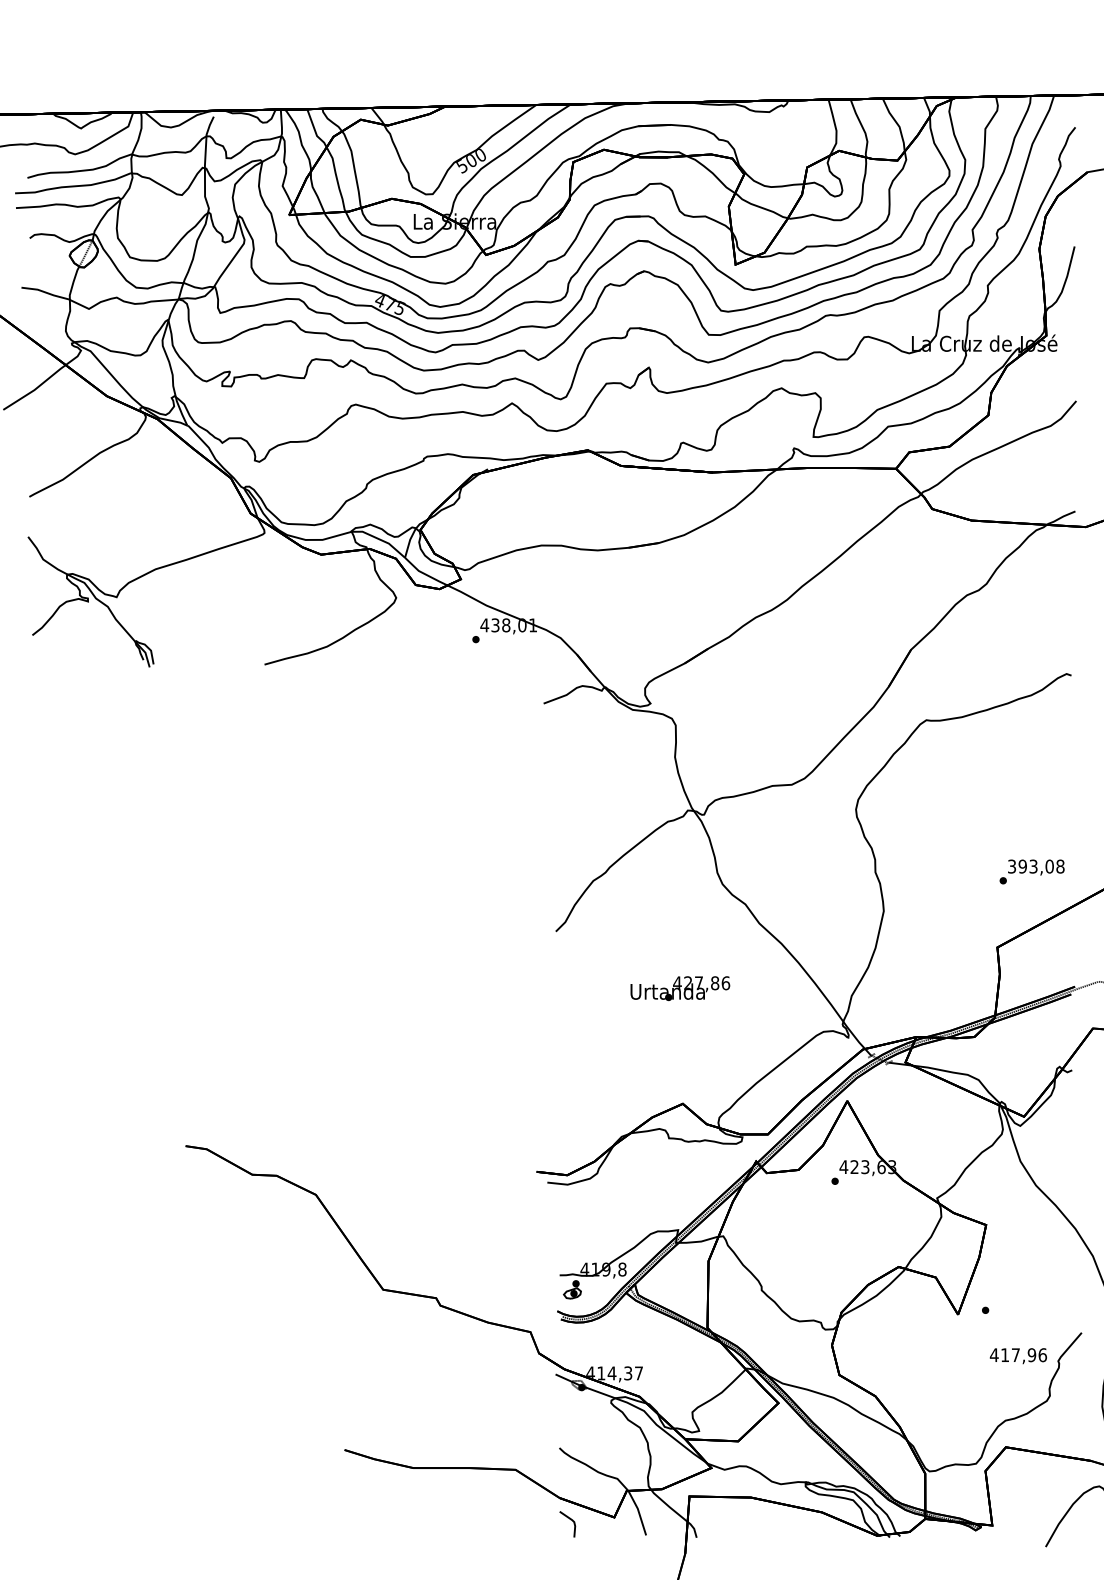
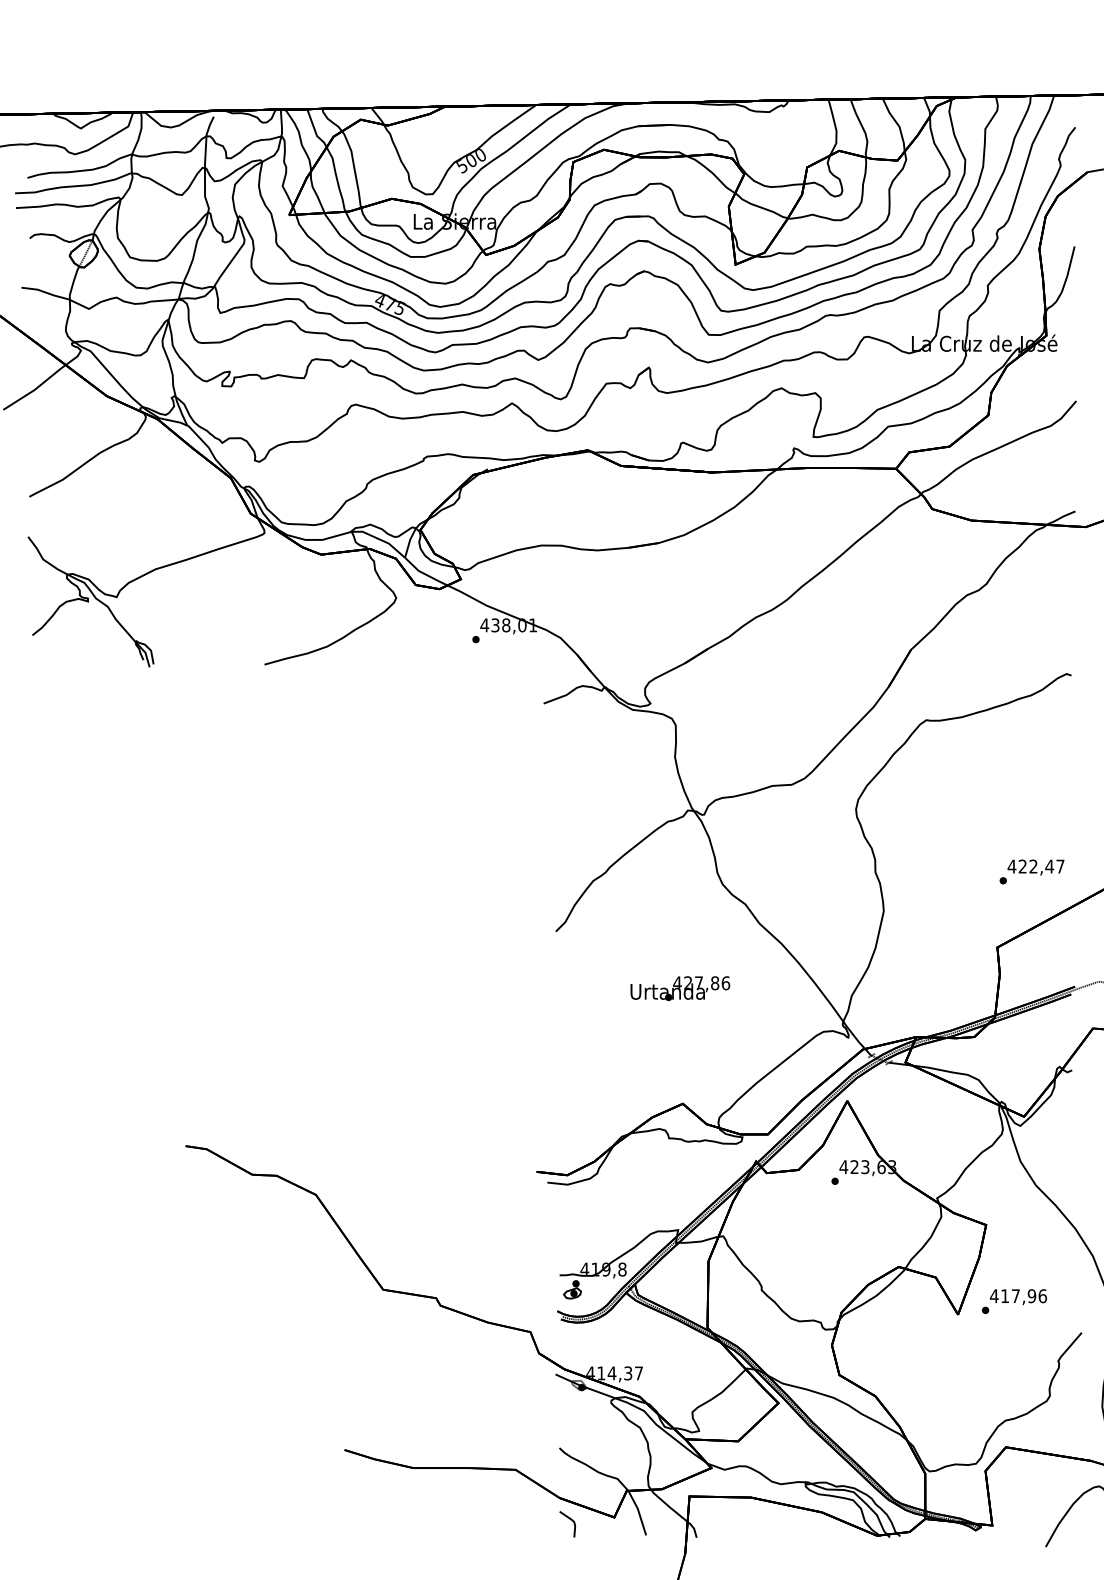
text at (1035, 866): 393,08 -> 422,47
text at (1017, 1356) position: (1017, 1356) -> (1017, 1297)
